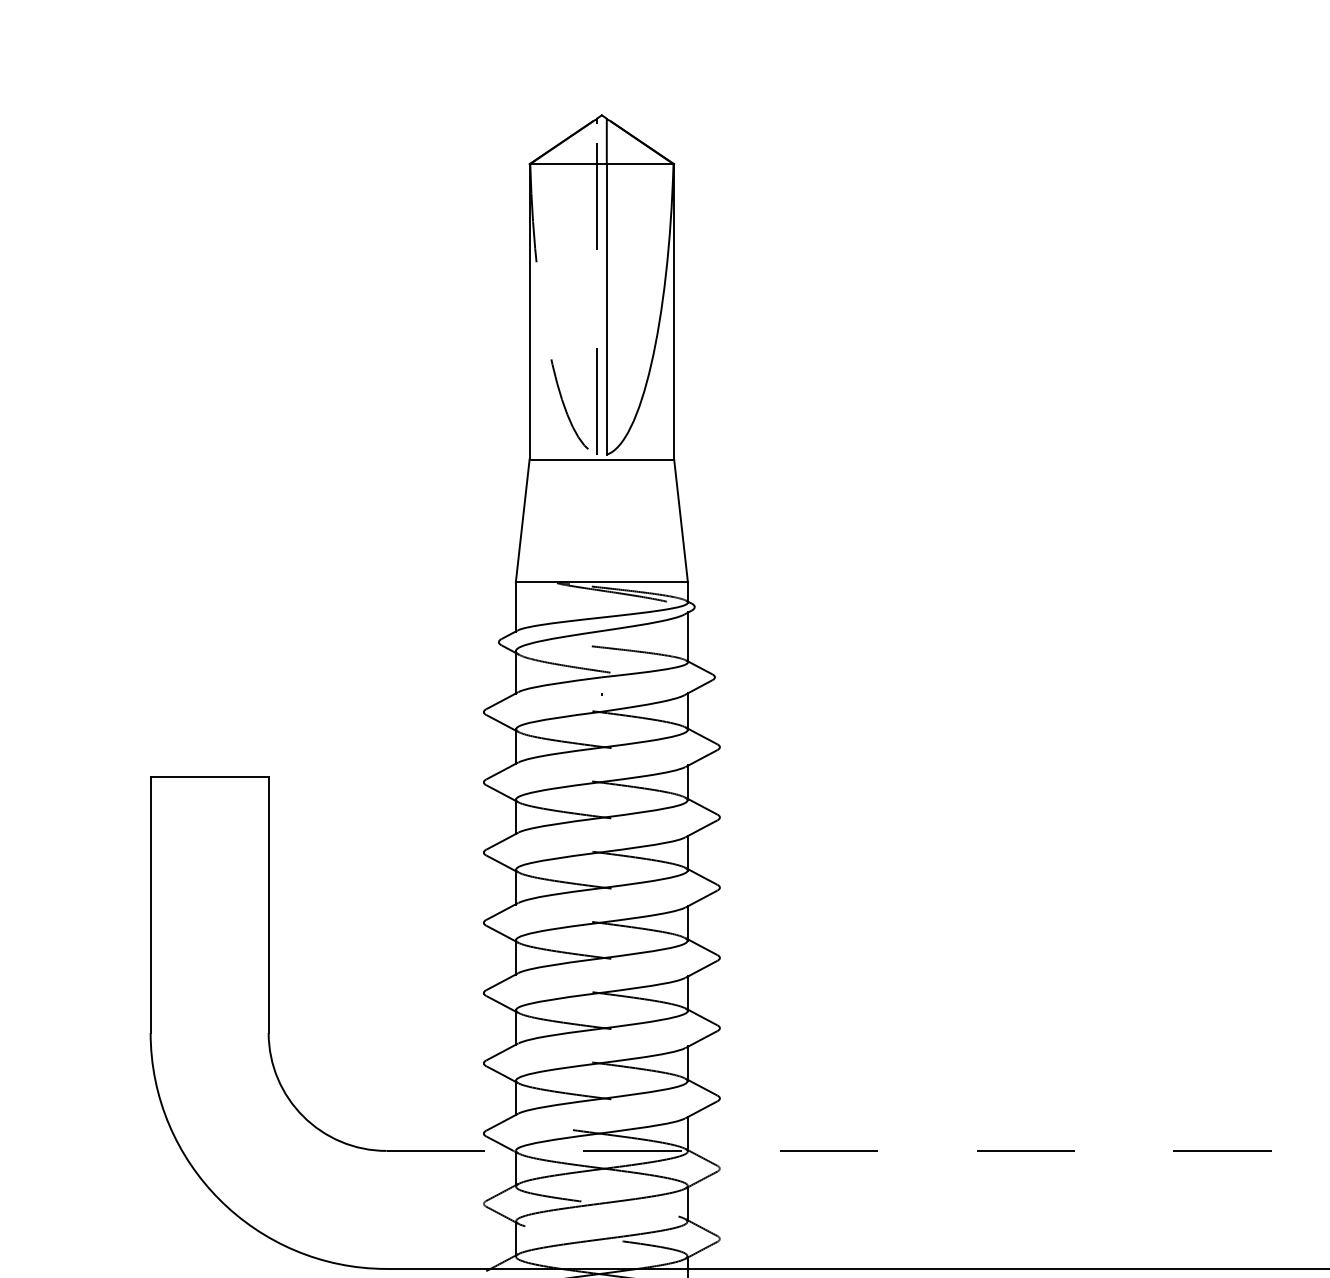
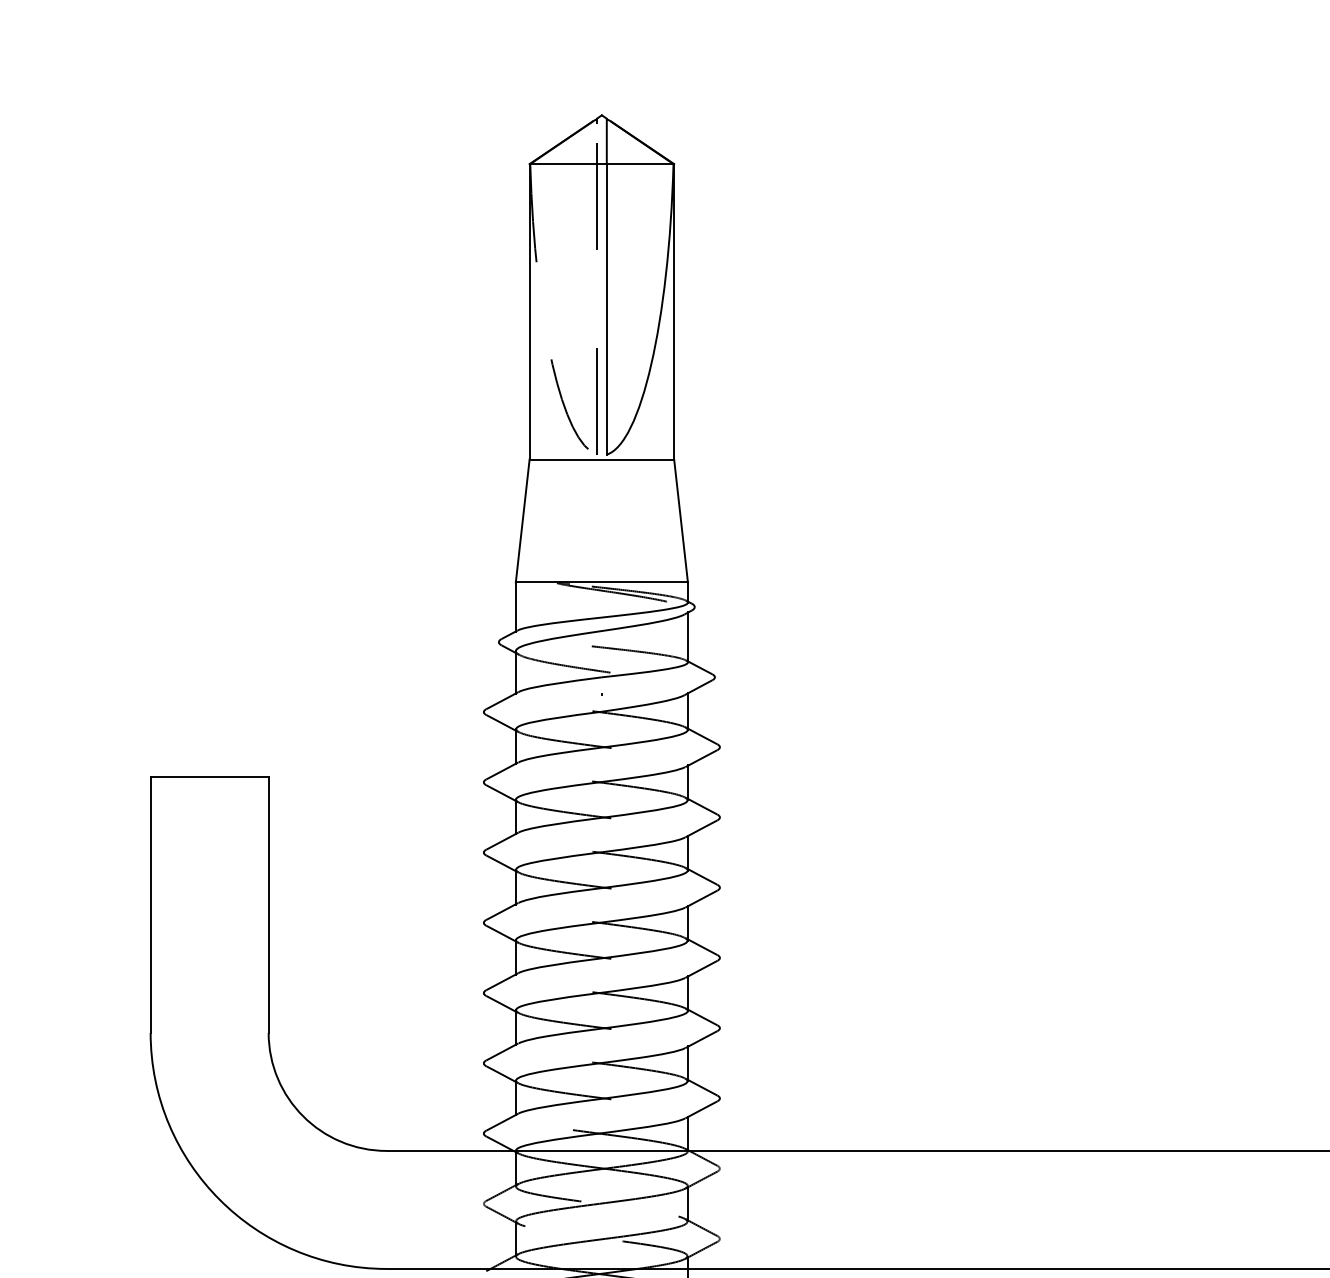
line at (858, 1150): dashed -> solid
